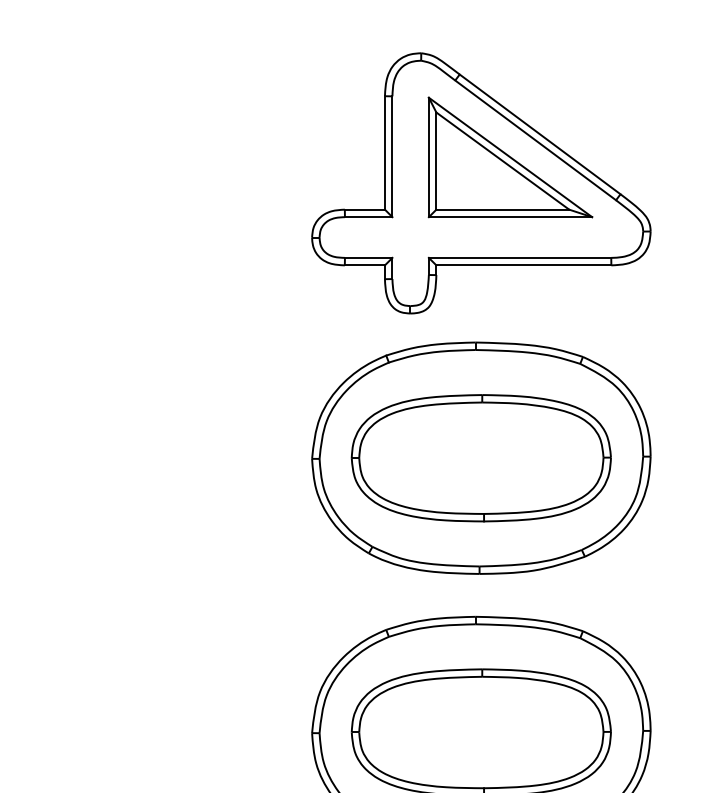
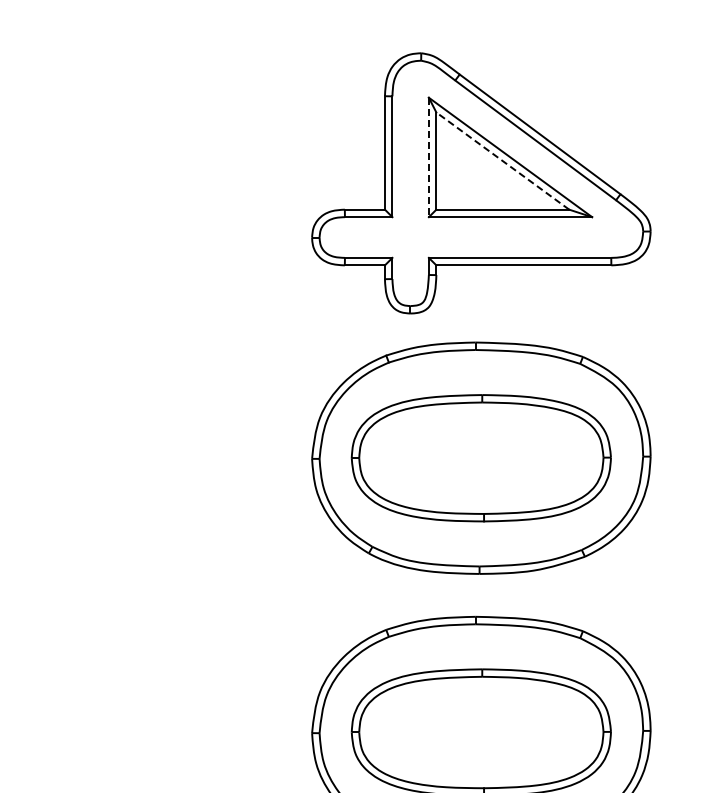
line at (428, 157): solid -> dashed
line at (502, 160): solid -> dashed
